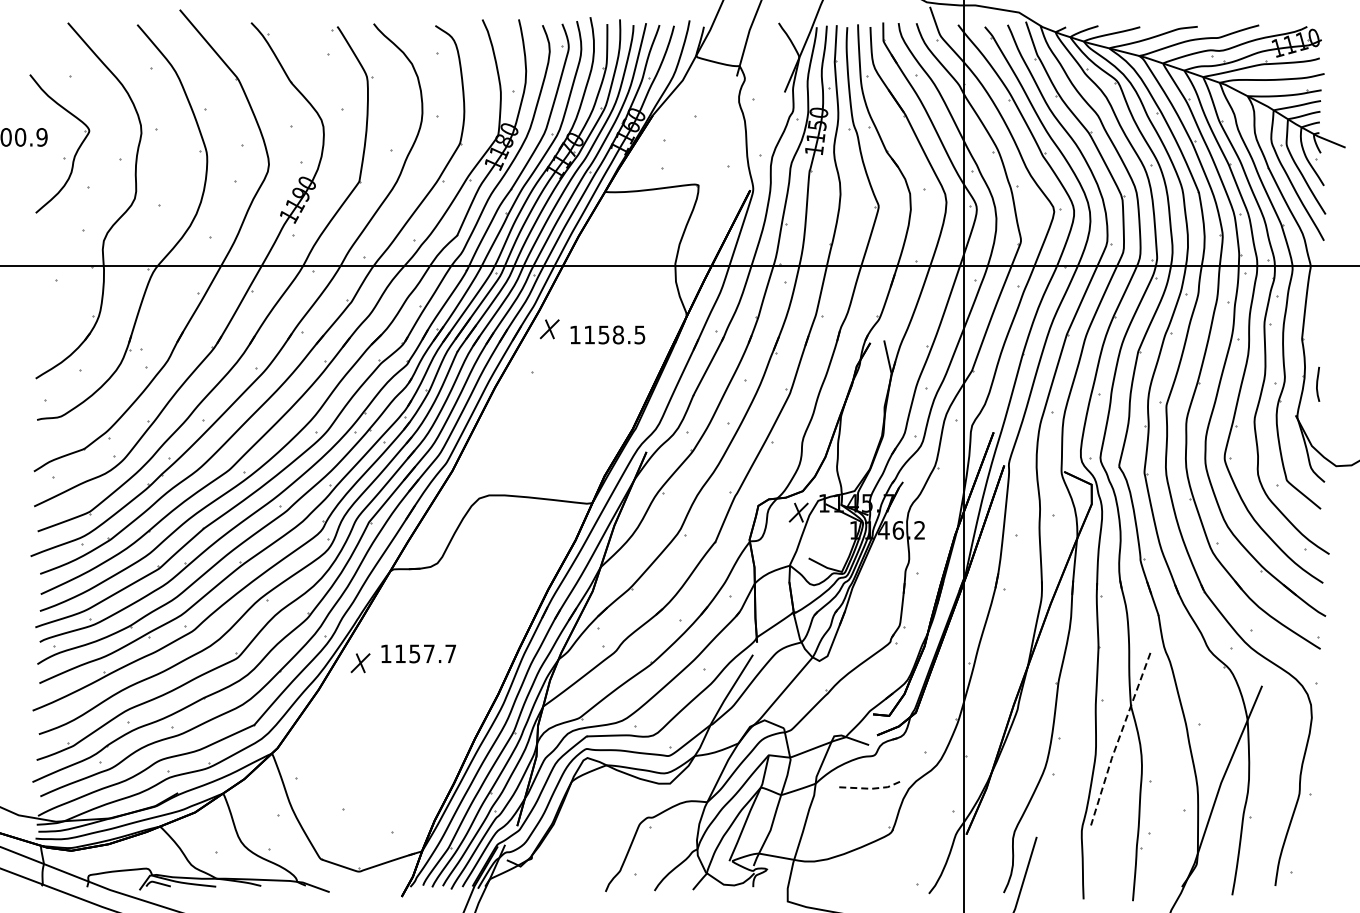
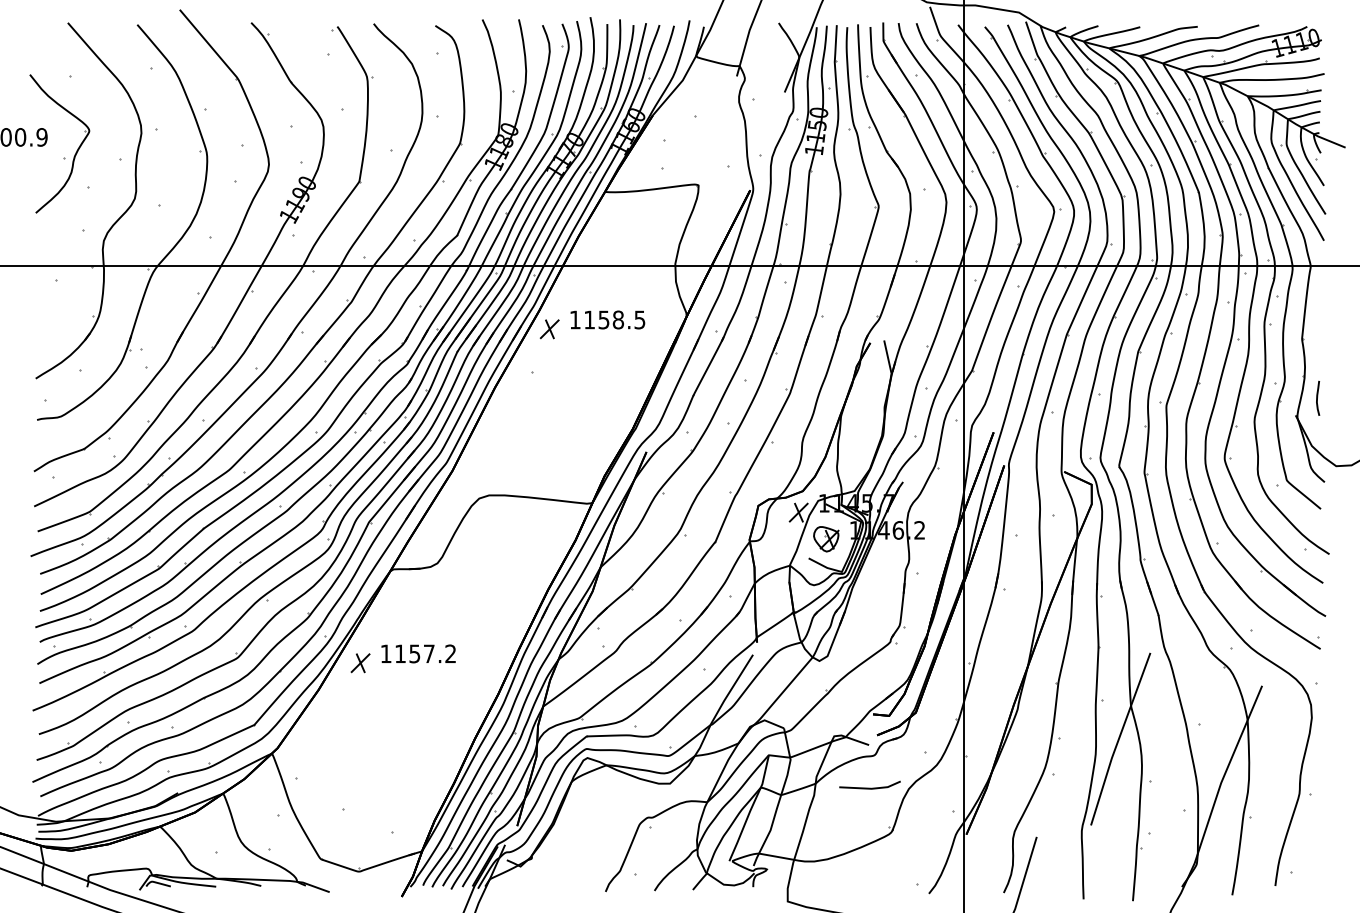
text at (607, 334) position: (607, 334) -> (607, 319)
curve at (1318, 382) position: (1318, 382) -> (1318, 396)
part at (826, 539): none -> present
text at (450, 653): 1157.7 -> 1157.2
line at (1118, 739): dashed -> solid
line at (871, 788): dashed -> solid
